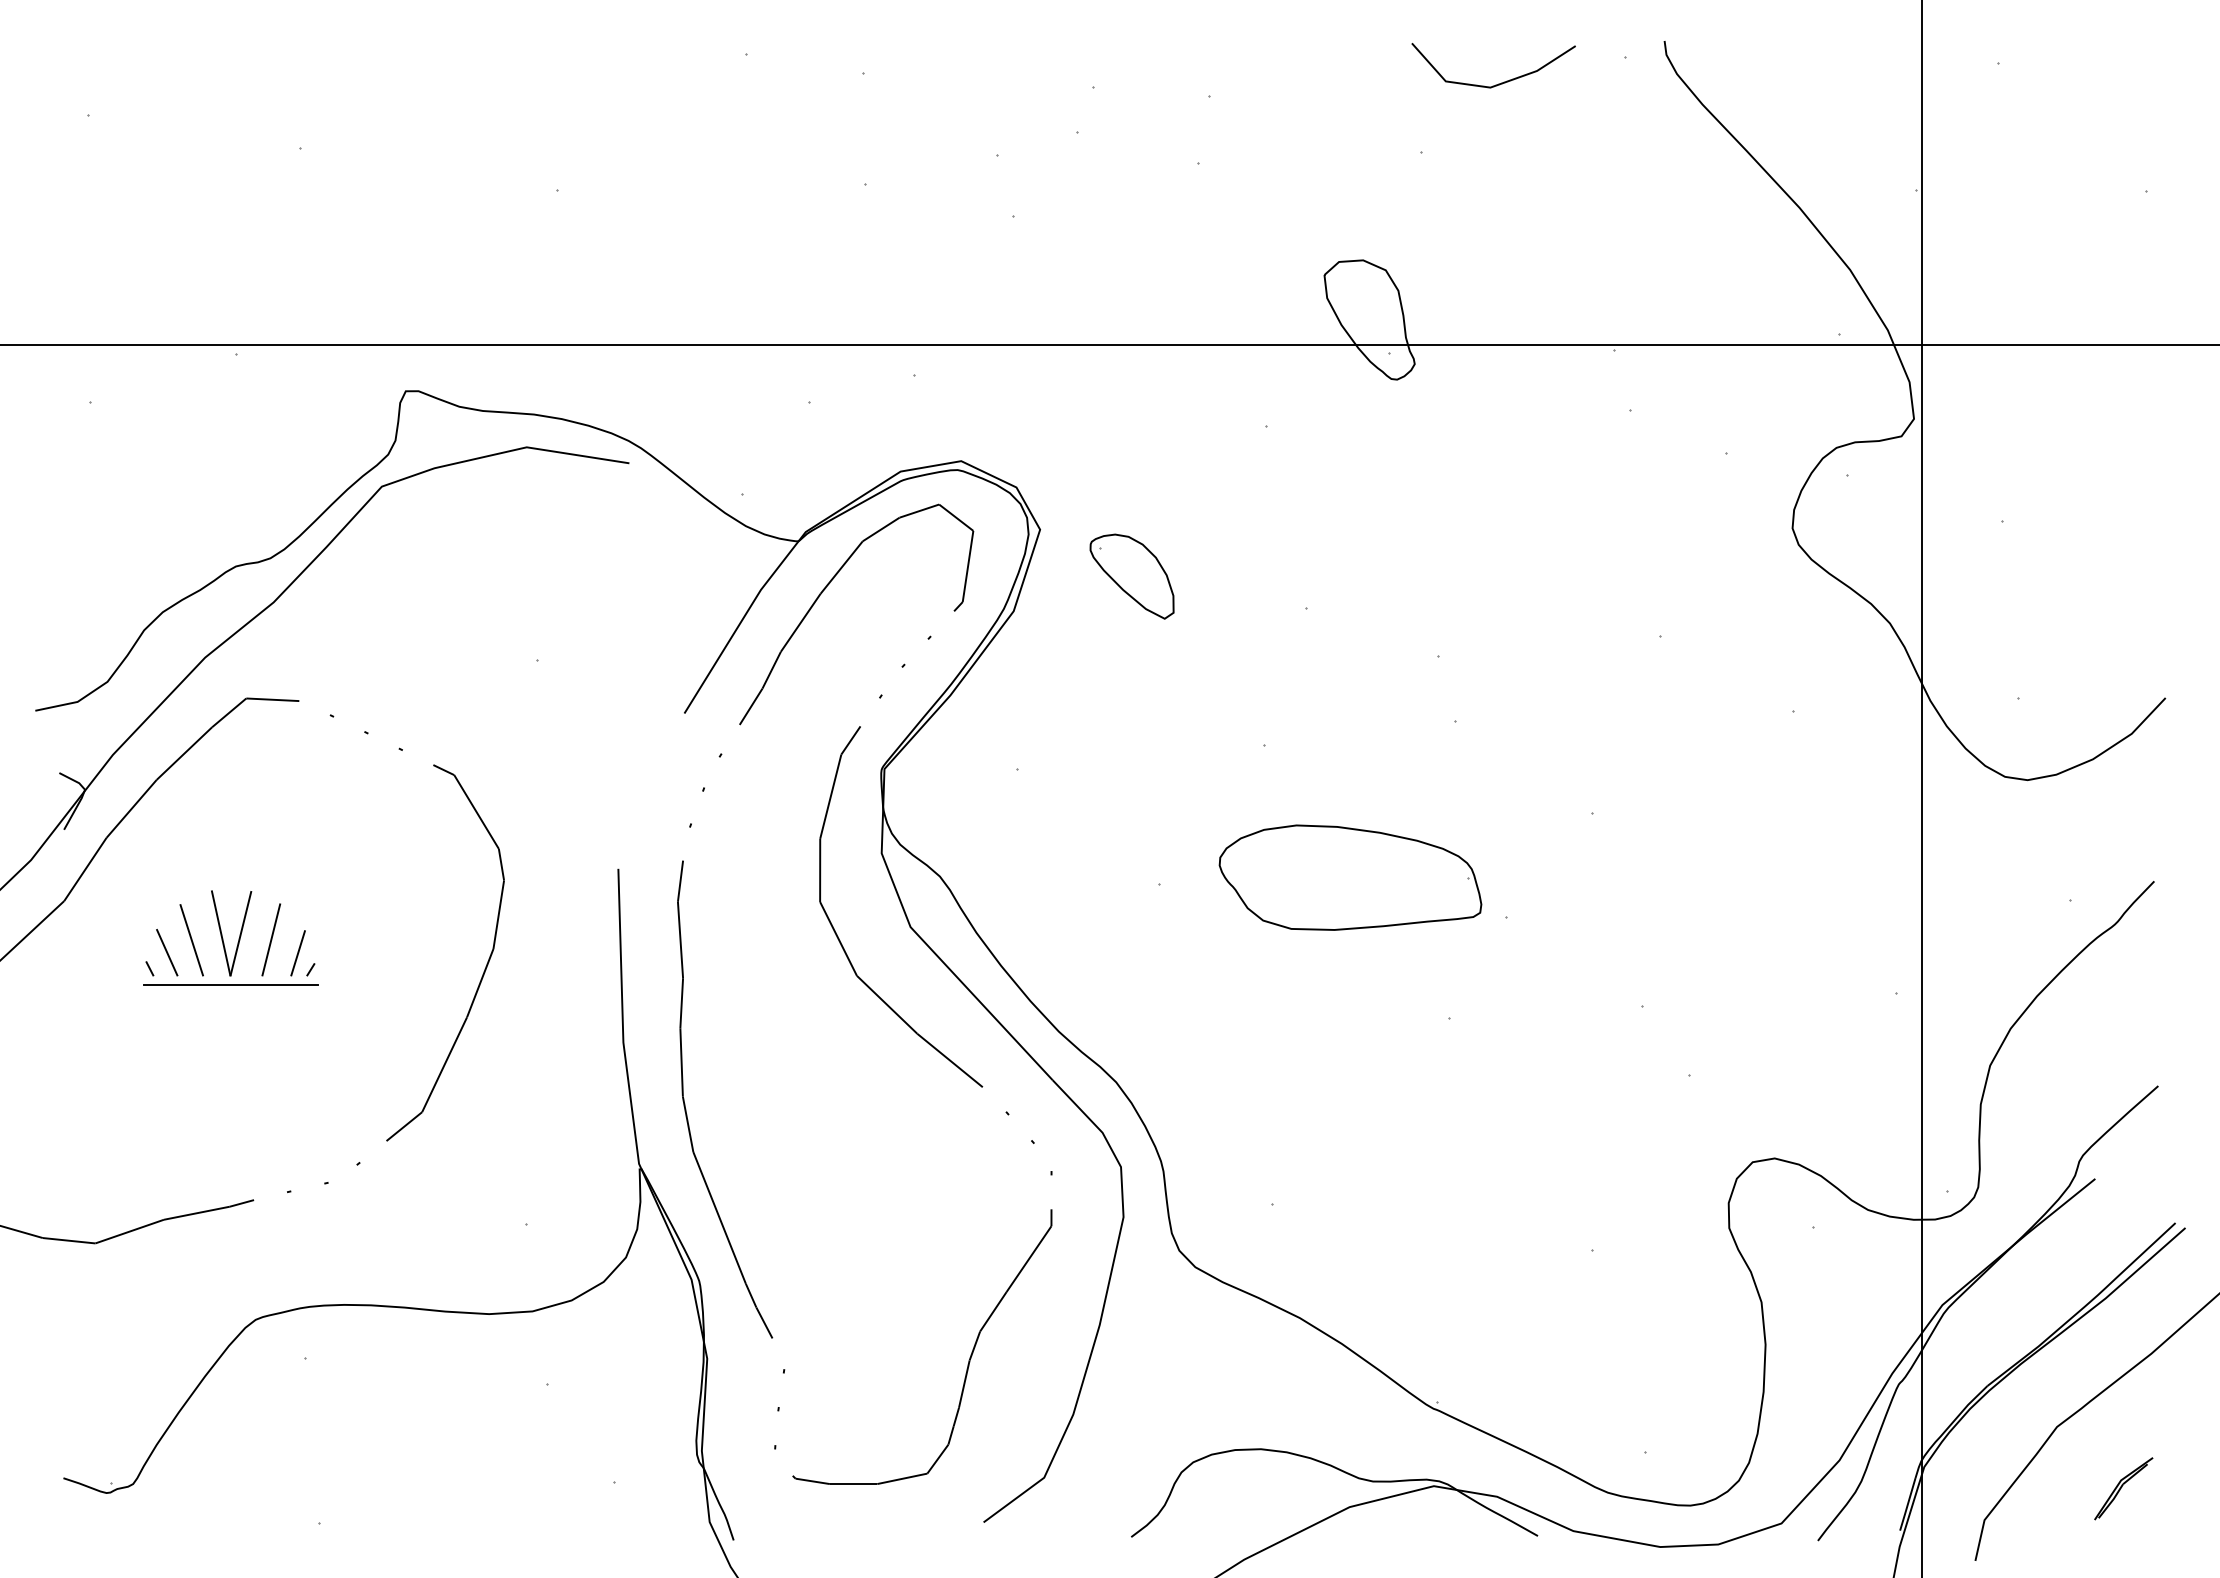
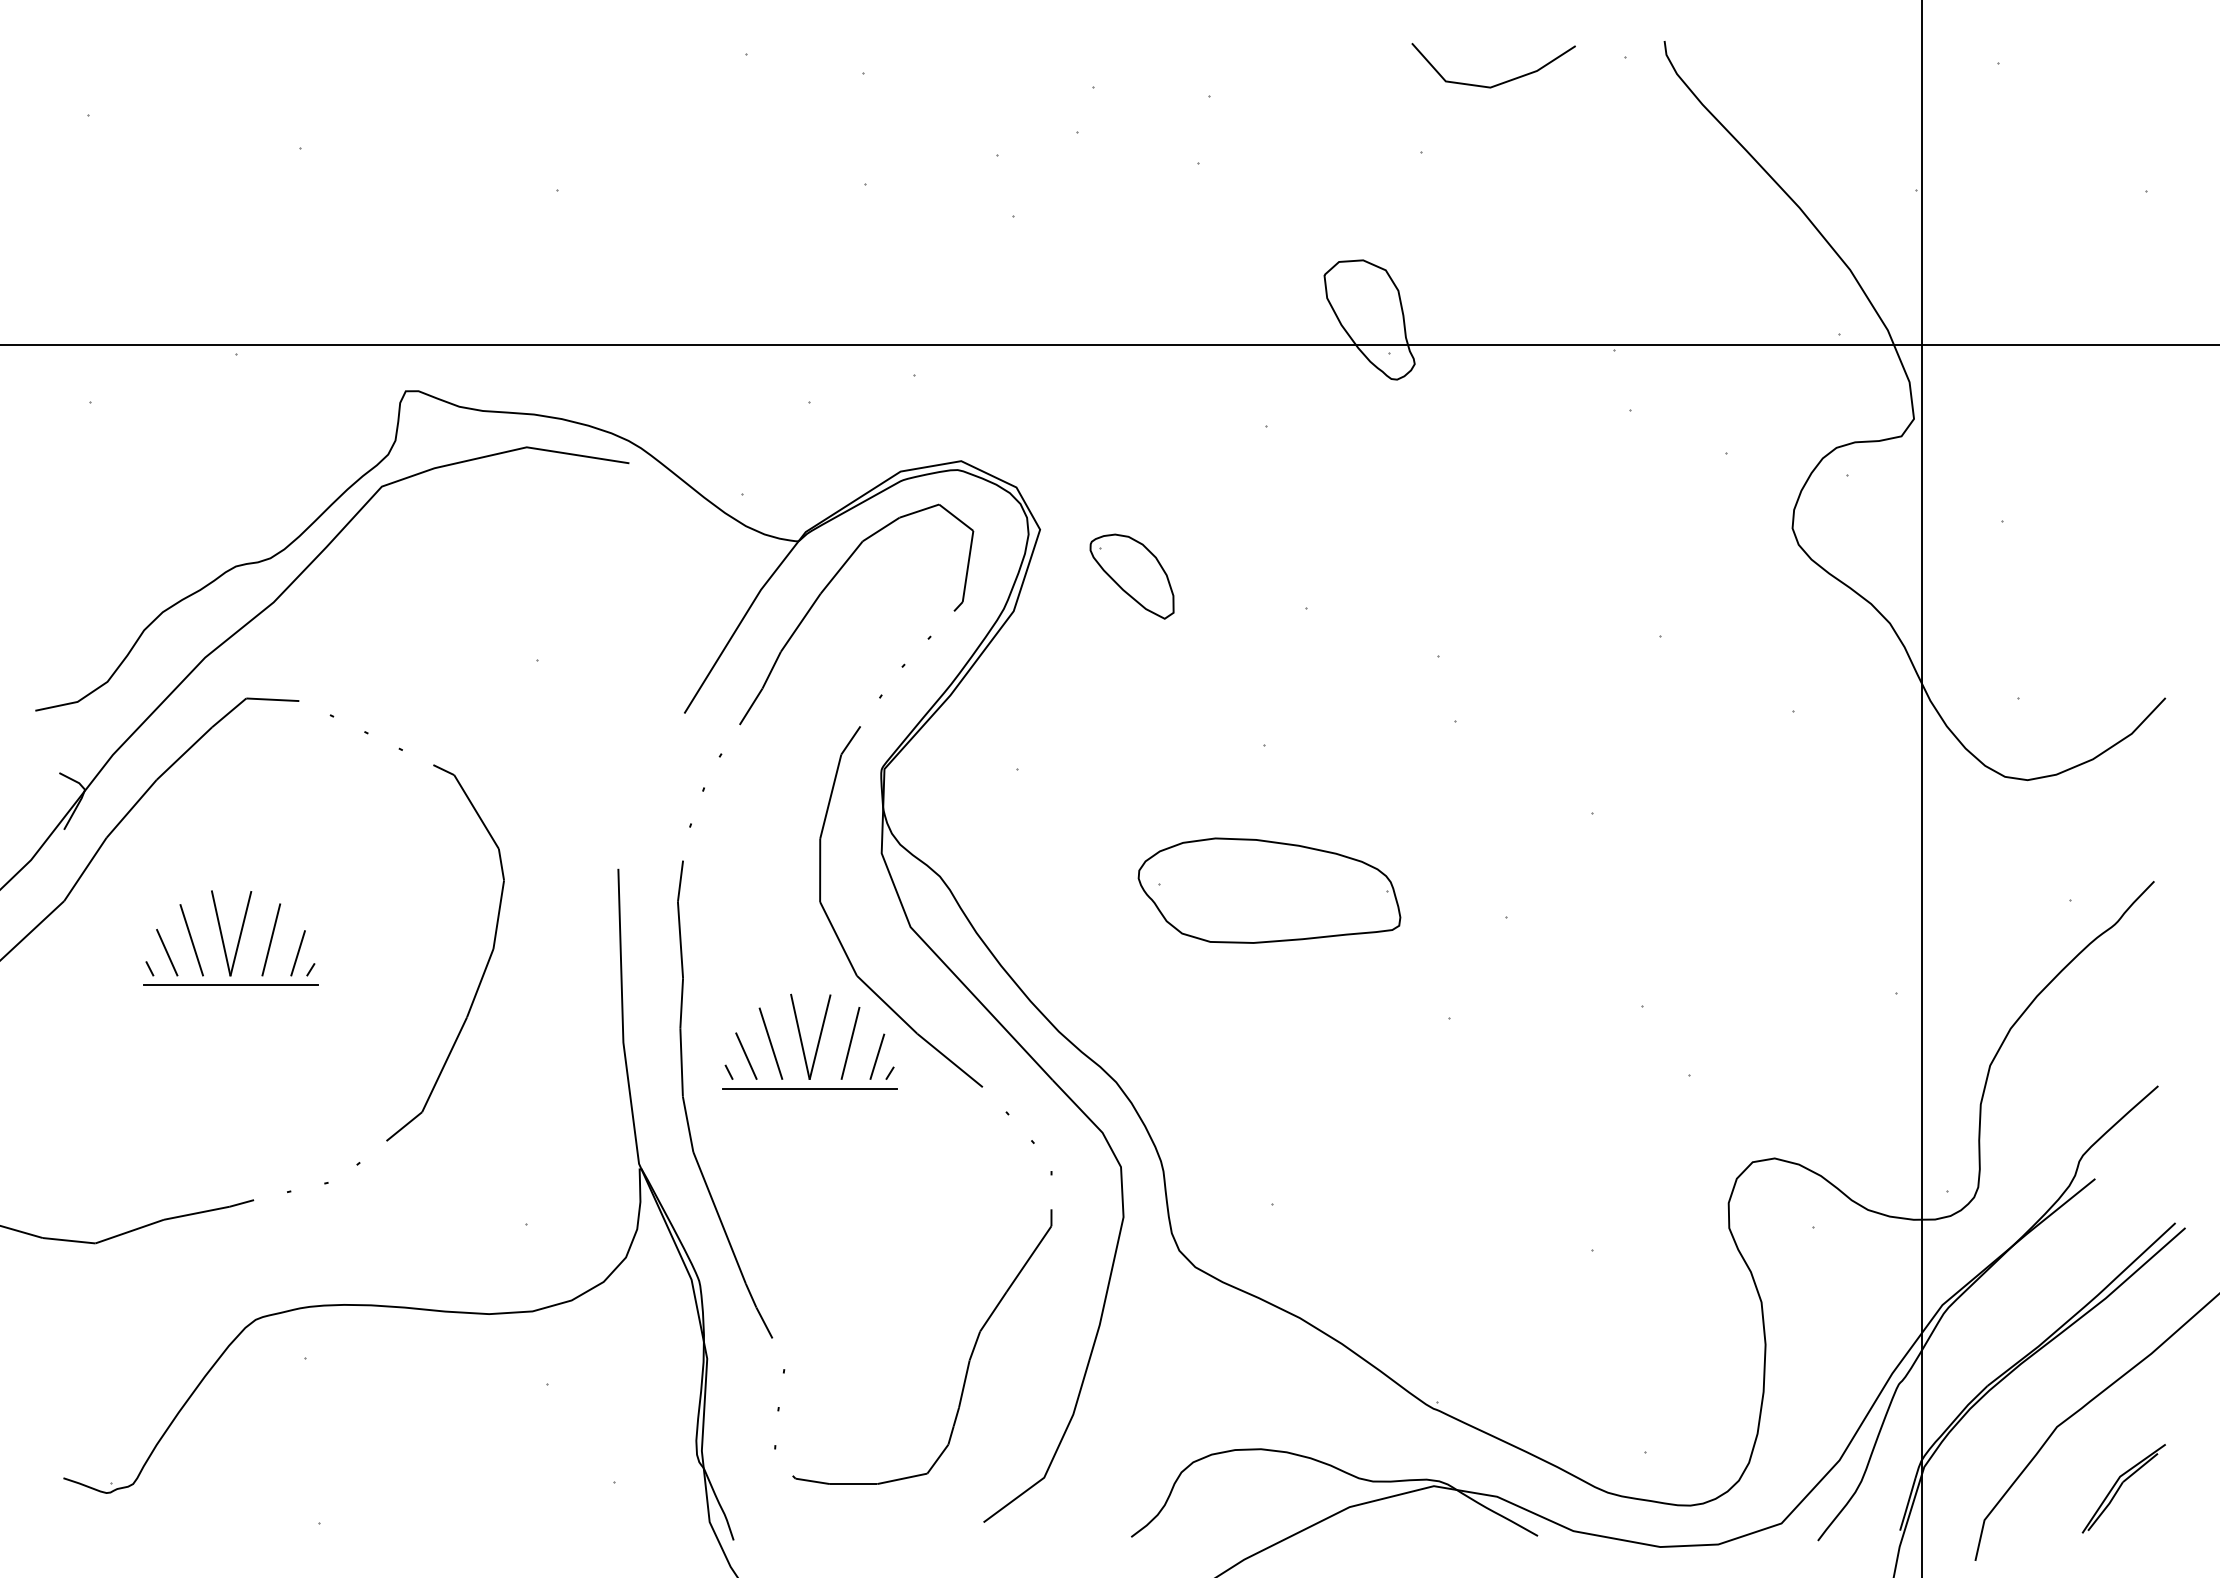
part at (1350, 877) position: (1350, 877) -> (1269, 890)
part at (802, 1041): none -> present
part at (2123, 1488) size: 60x64 px -> 85x90 px
